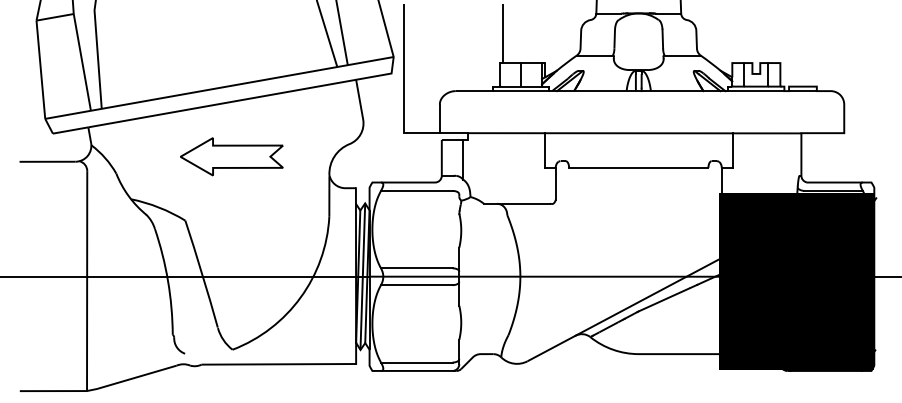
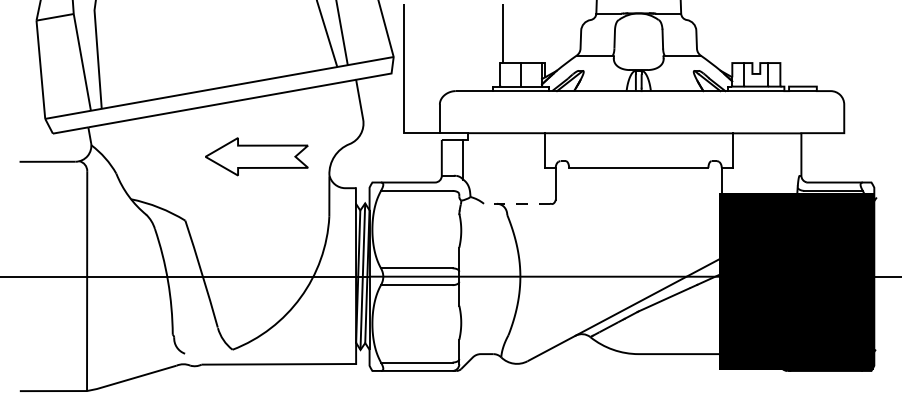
part at (231, 156) position: (231, 156) -> (256, 156)
line at (517, 203): solid -> dashed
